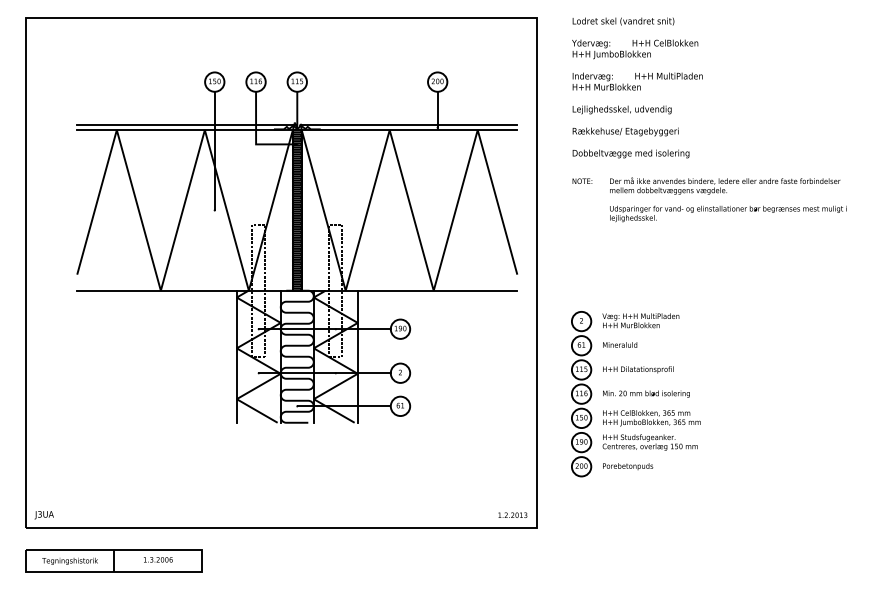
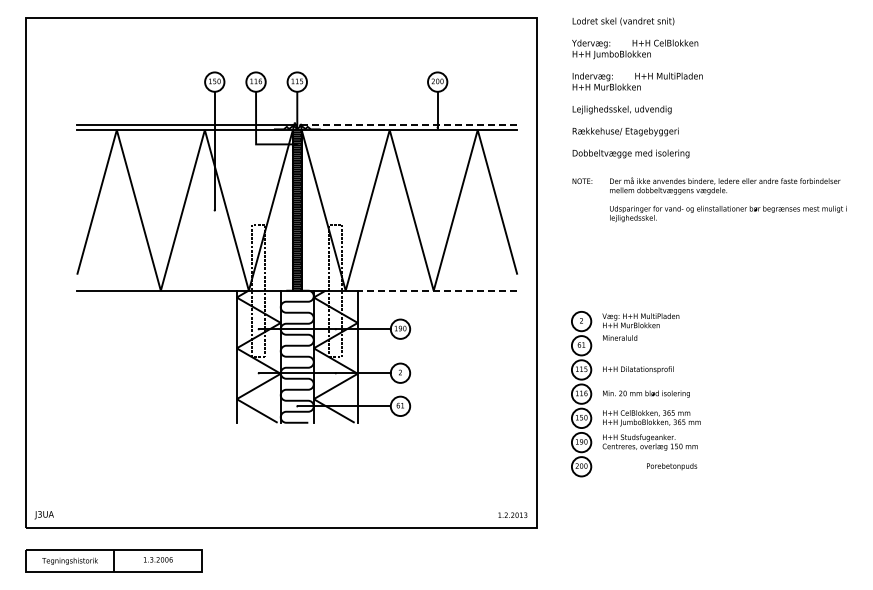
line at (408, 124): solid -> dashed
line at (437, 290): solid -> dashed
text at (620, 344) position: (620, 344) -> (620, 337)
text at (628, 466) position: (628, 466) -> (672, 466)
